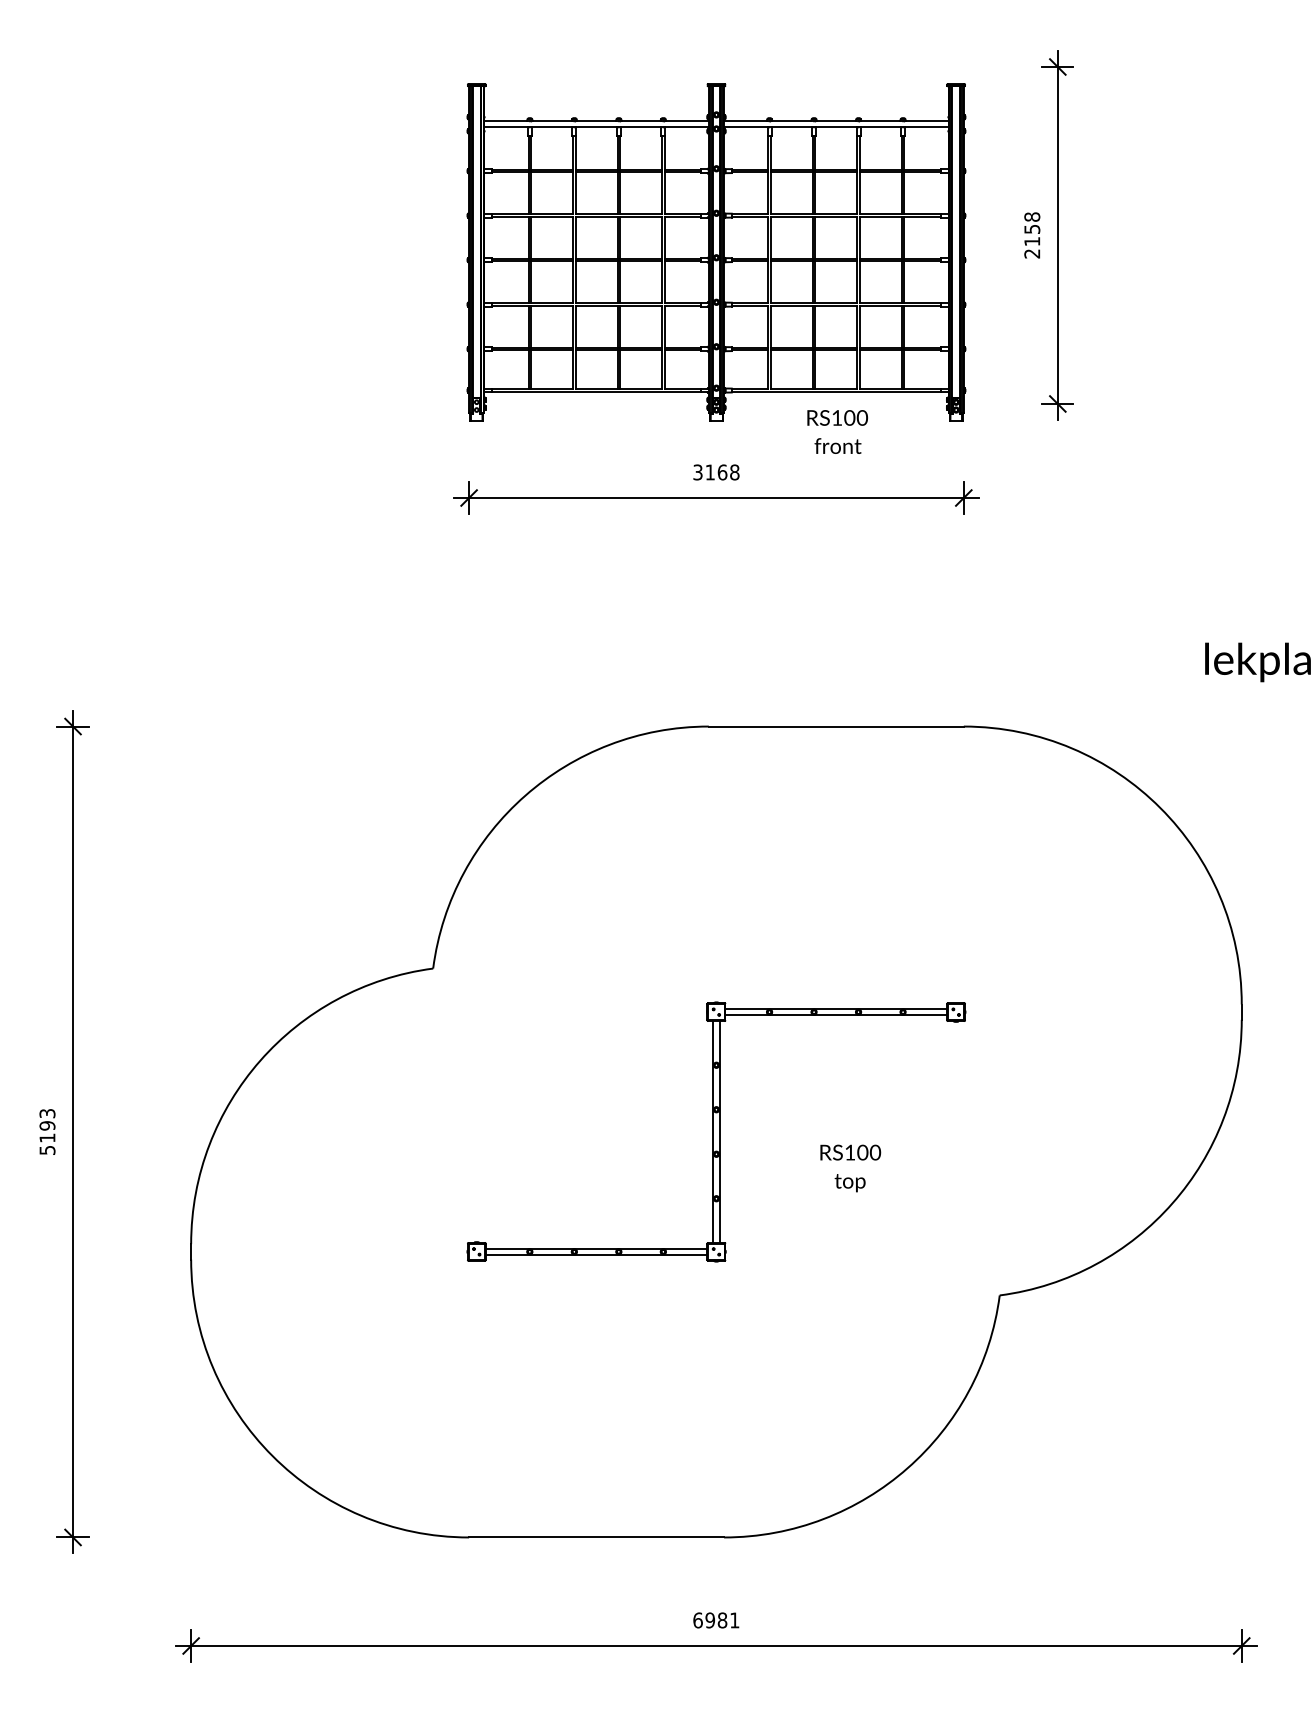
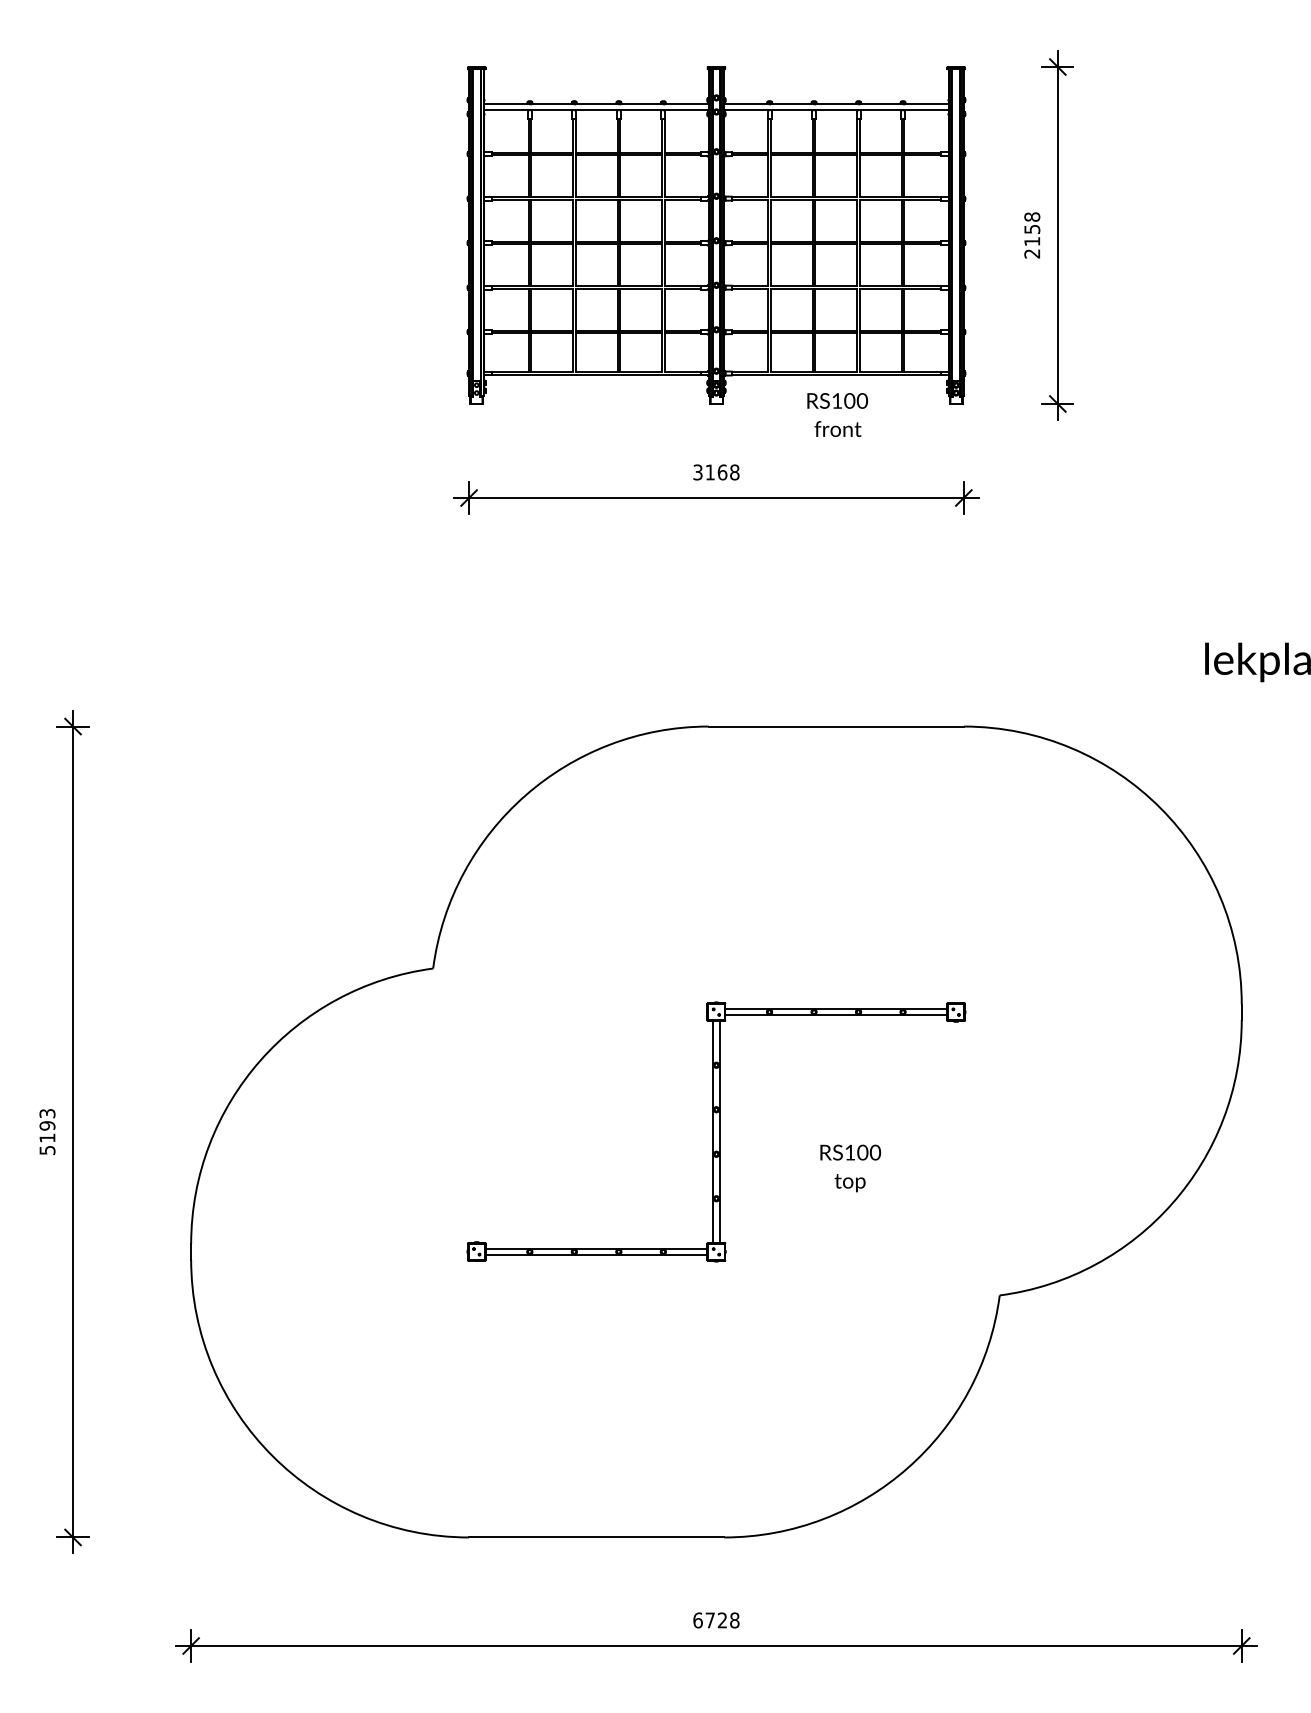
part at (716, 268) position: (716, 268) -> (716, 251)
text at (722, 1620): 6981 -> 6728
